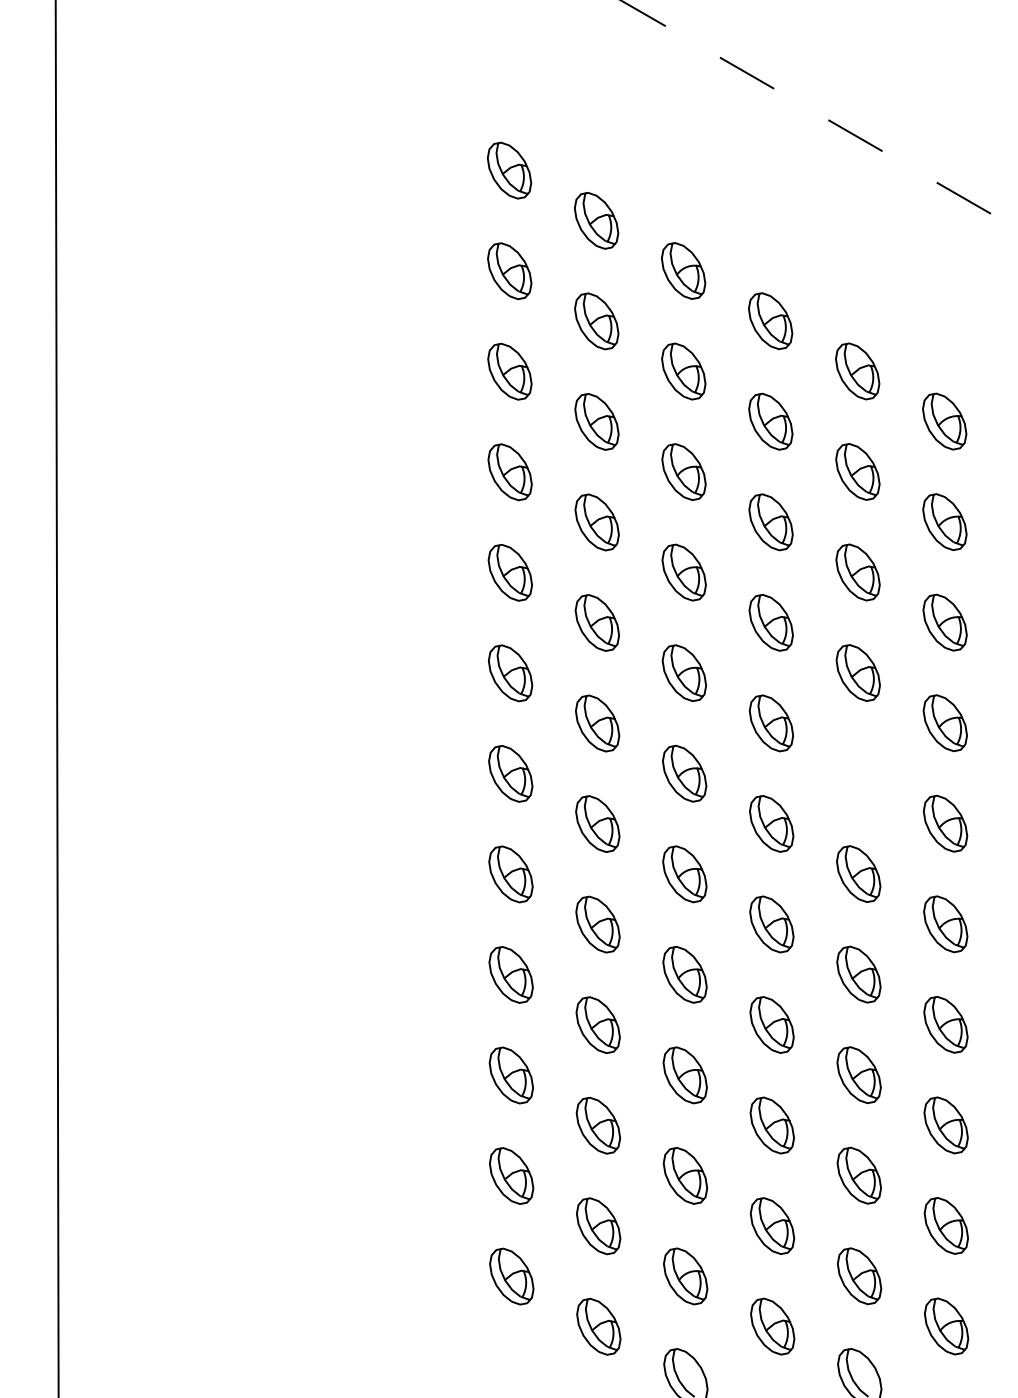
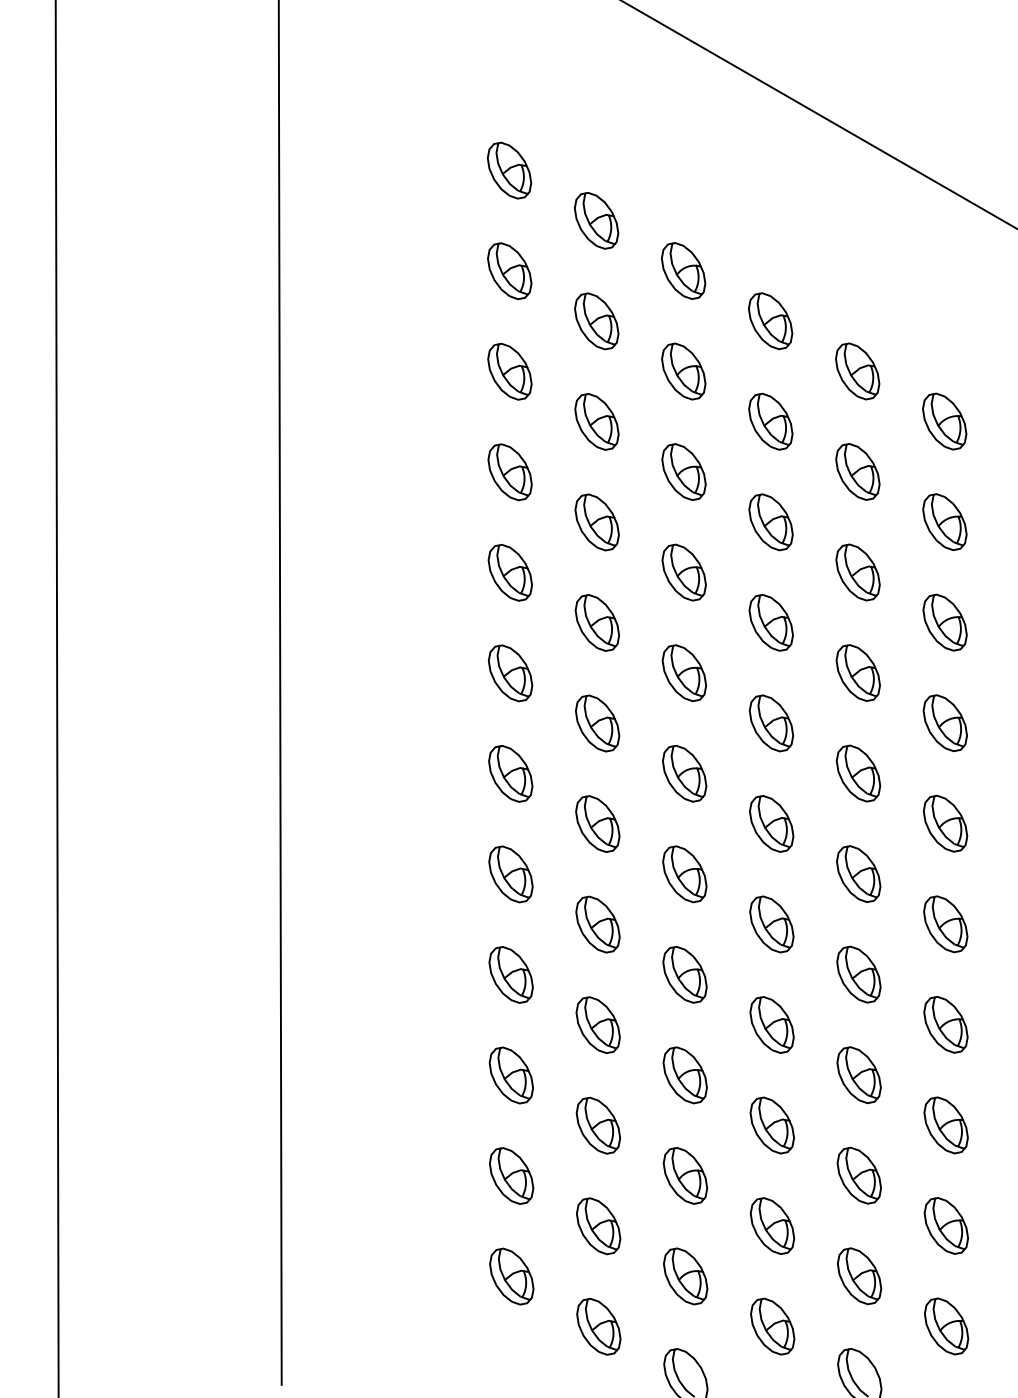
line at (819, 114): dashed -> solid
line at (279, 693): none -> present
part at (858, 773): none -> present
